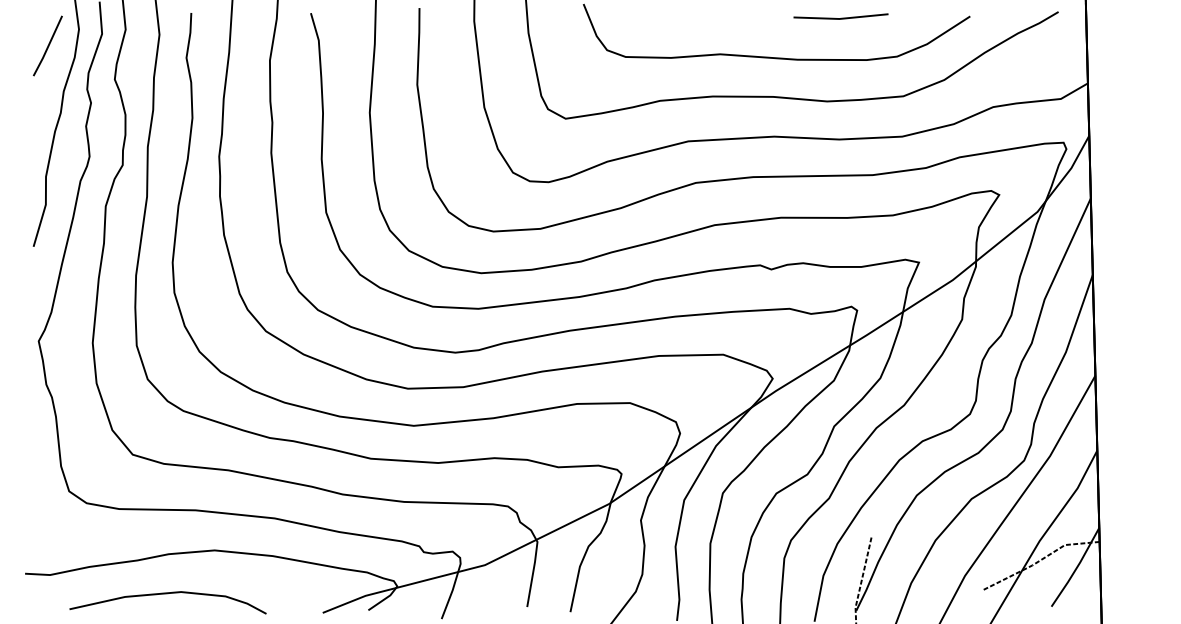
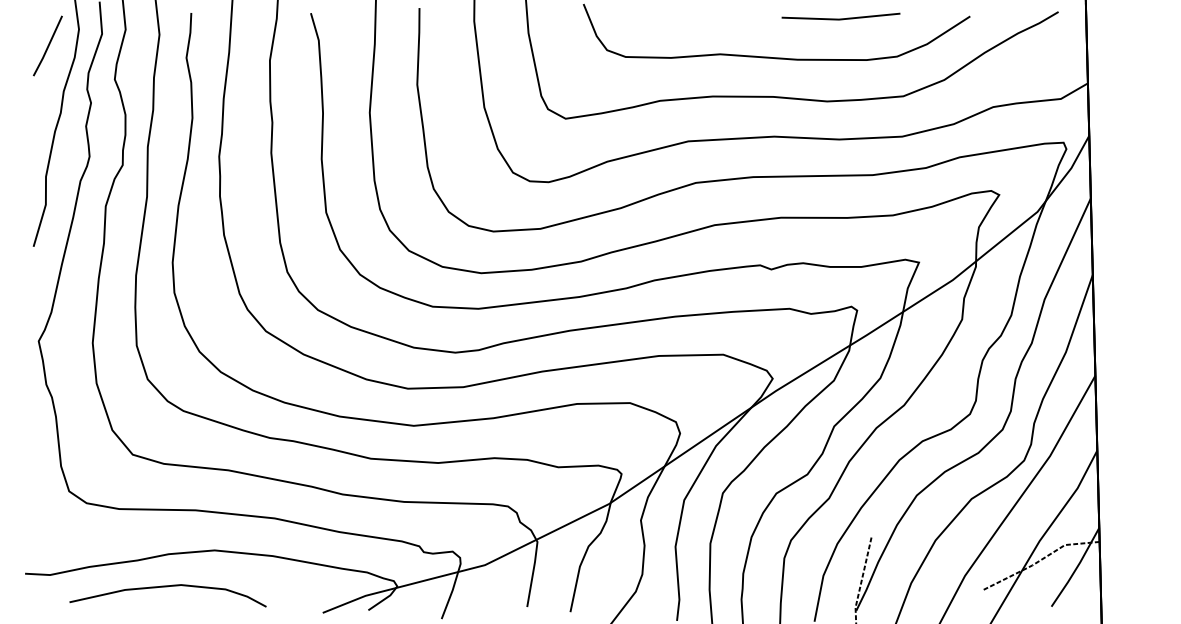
part at (840, 16) size: 96x7 px -> 120x9 px
part at (167, 594) position: (167, 594) -> (167, 587)
